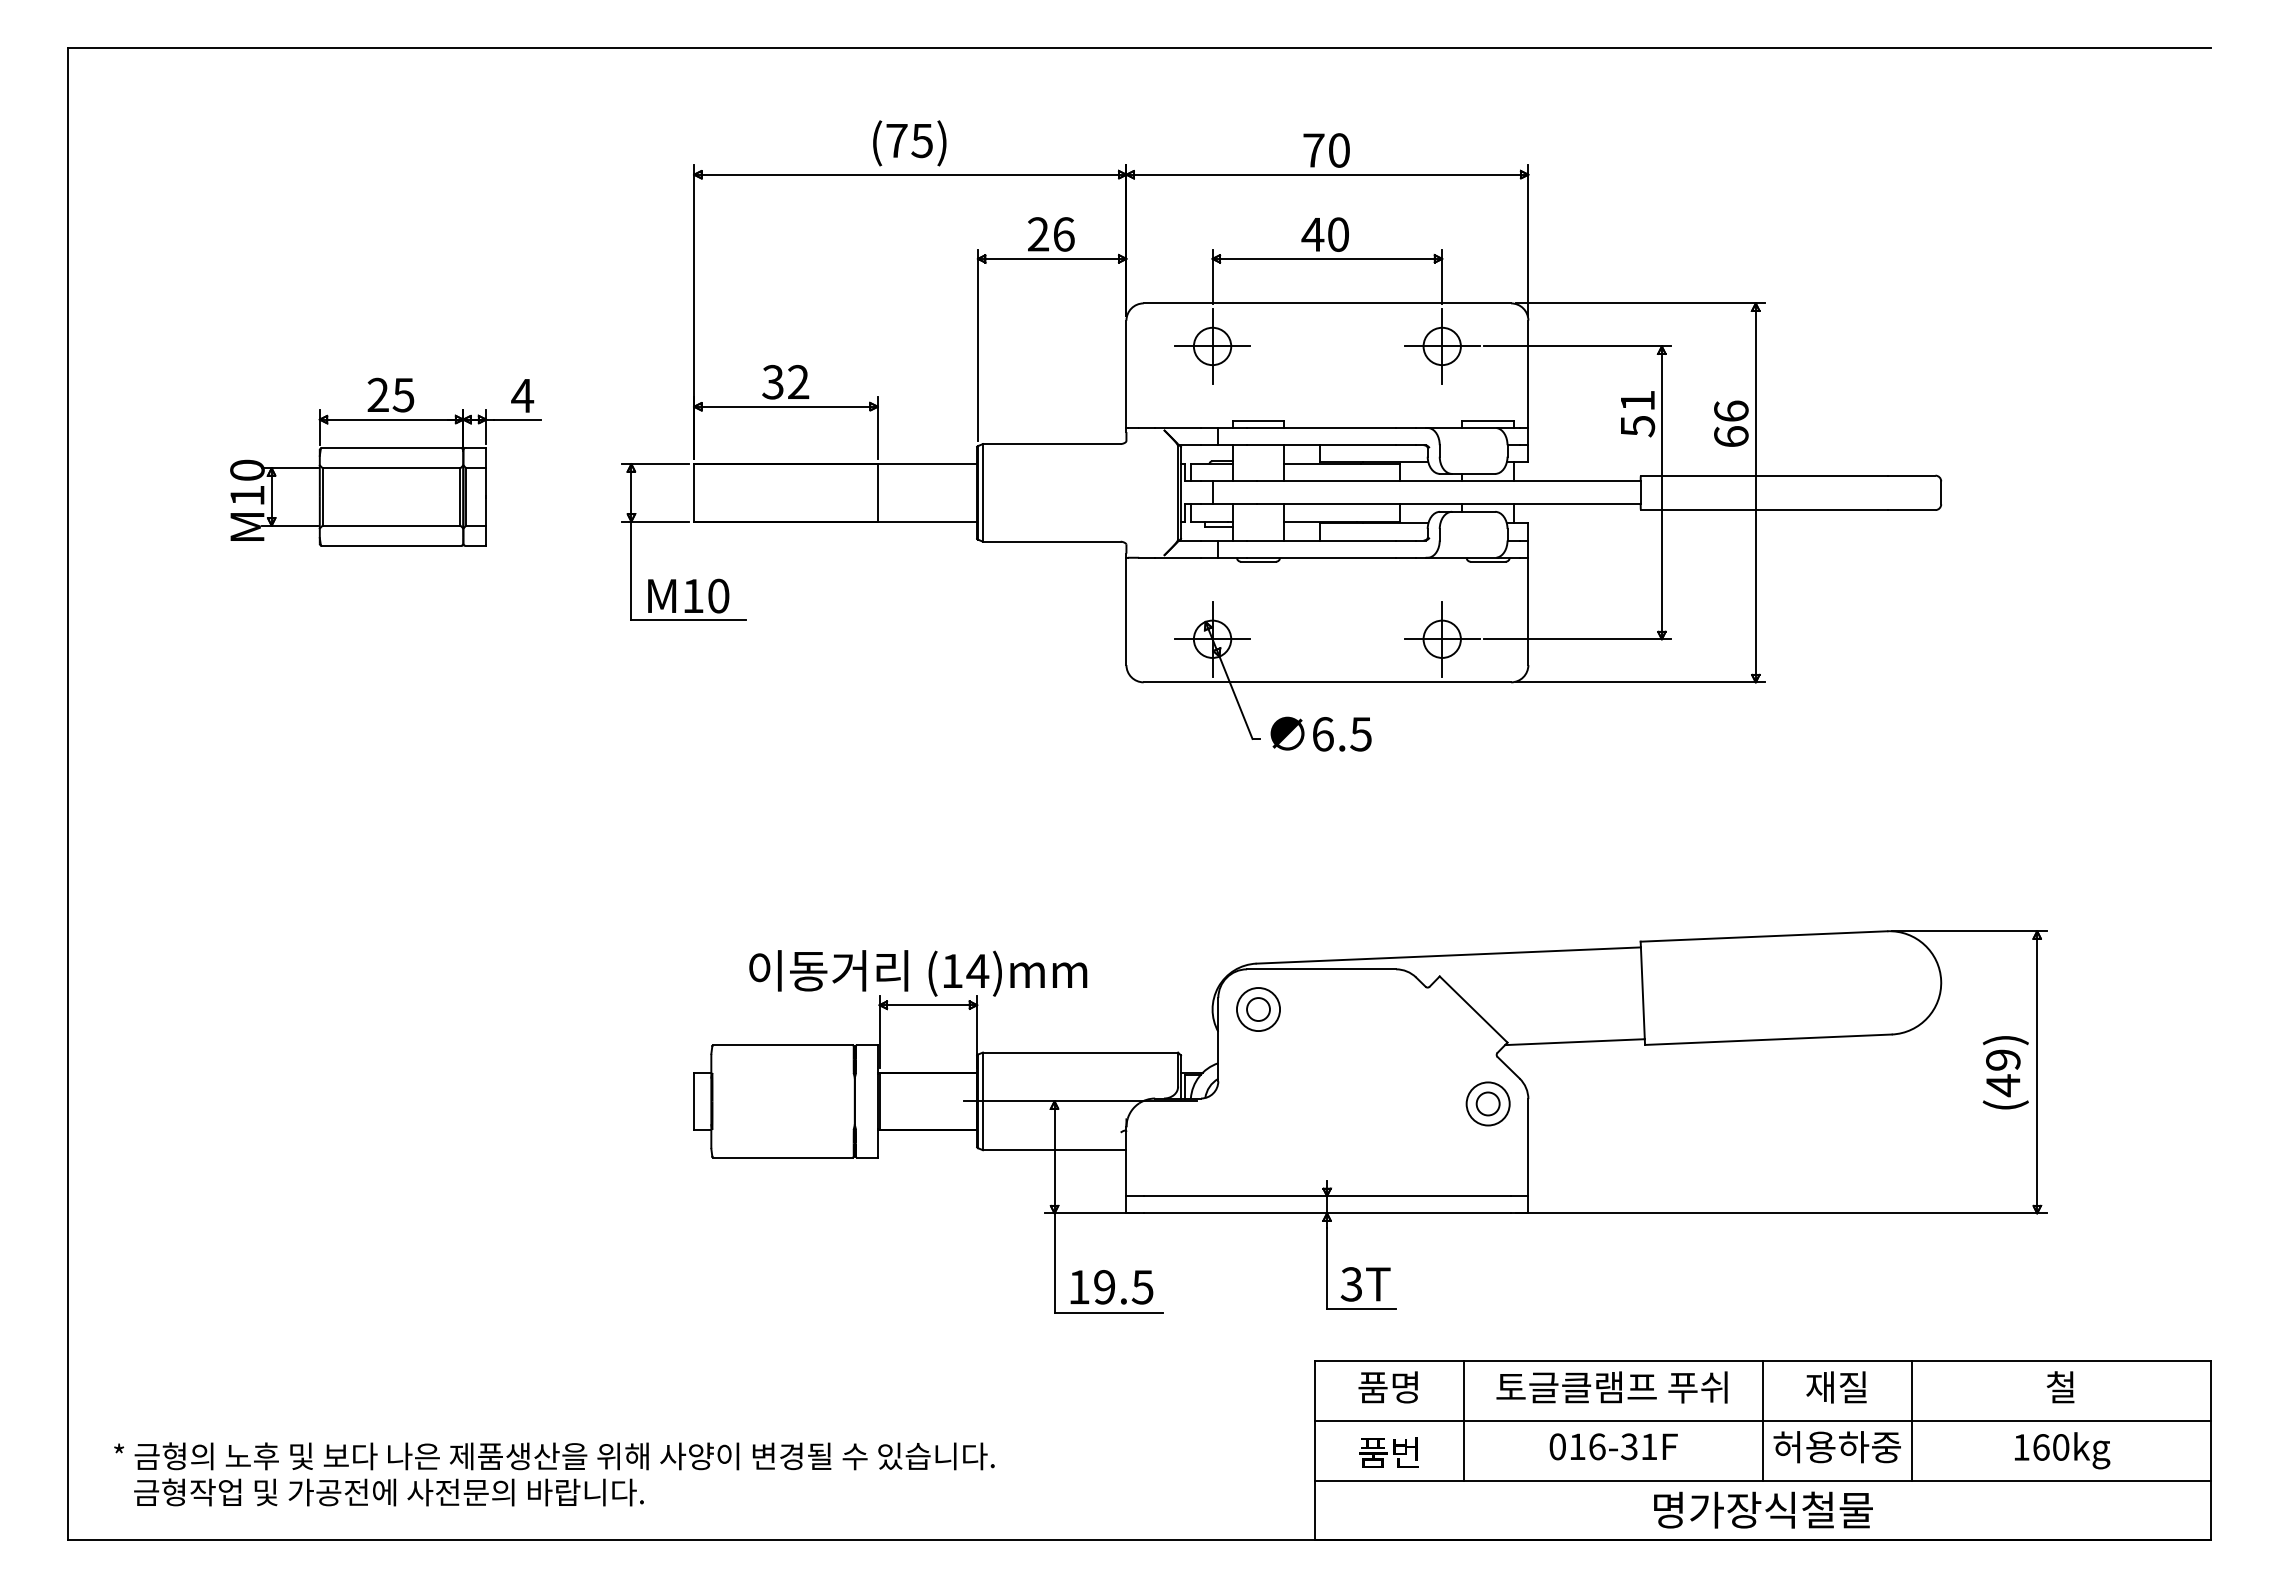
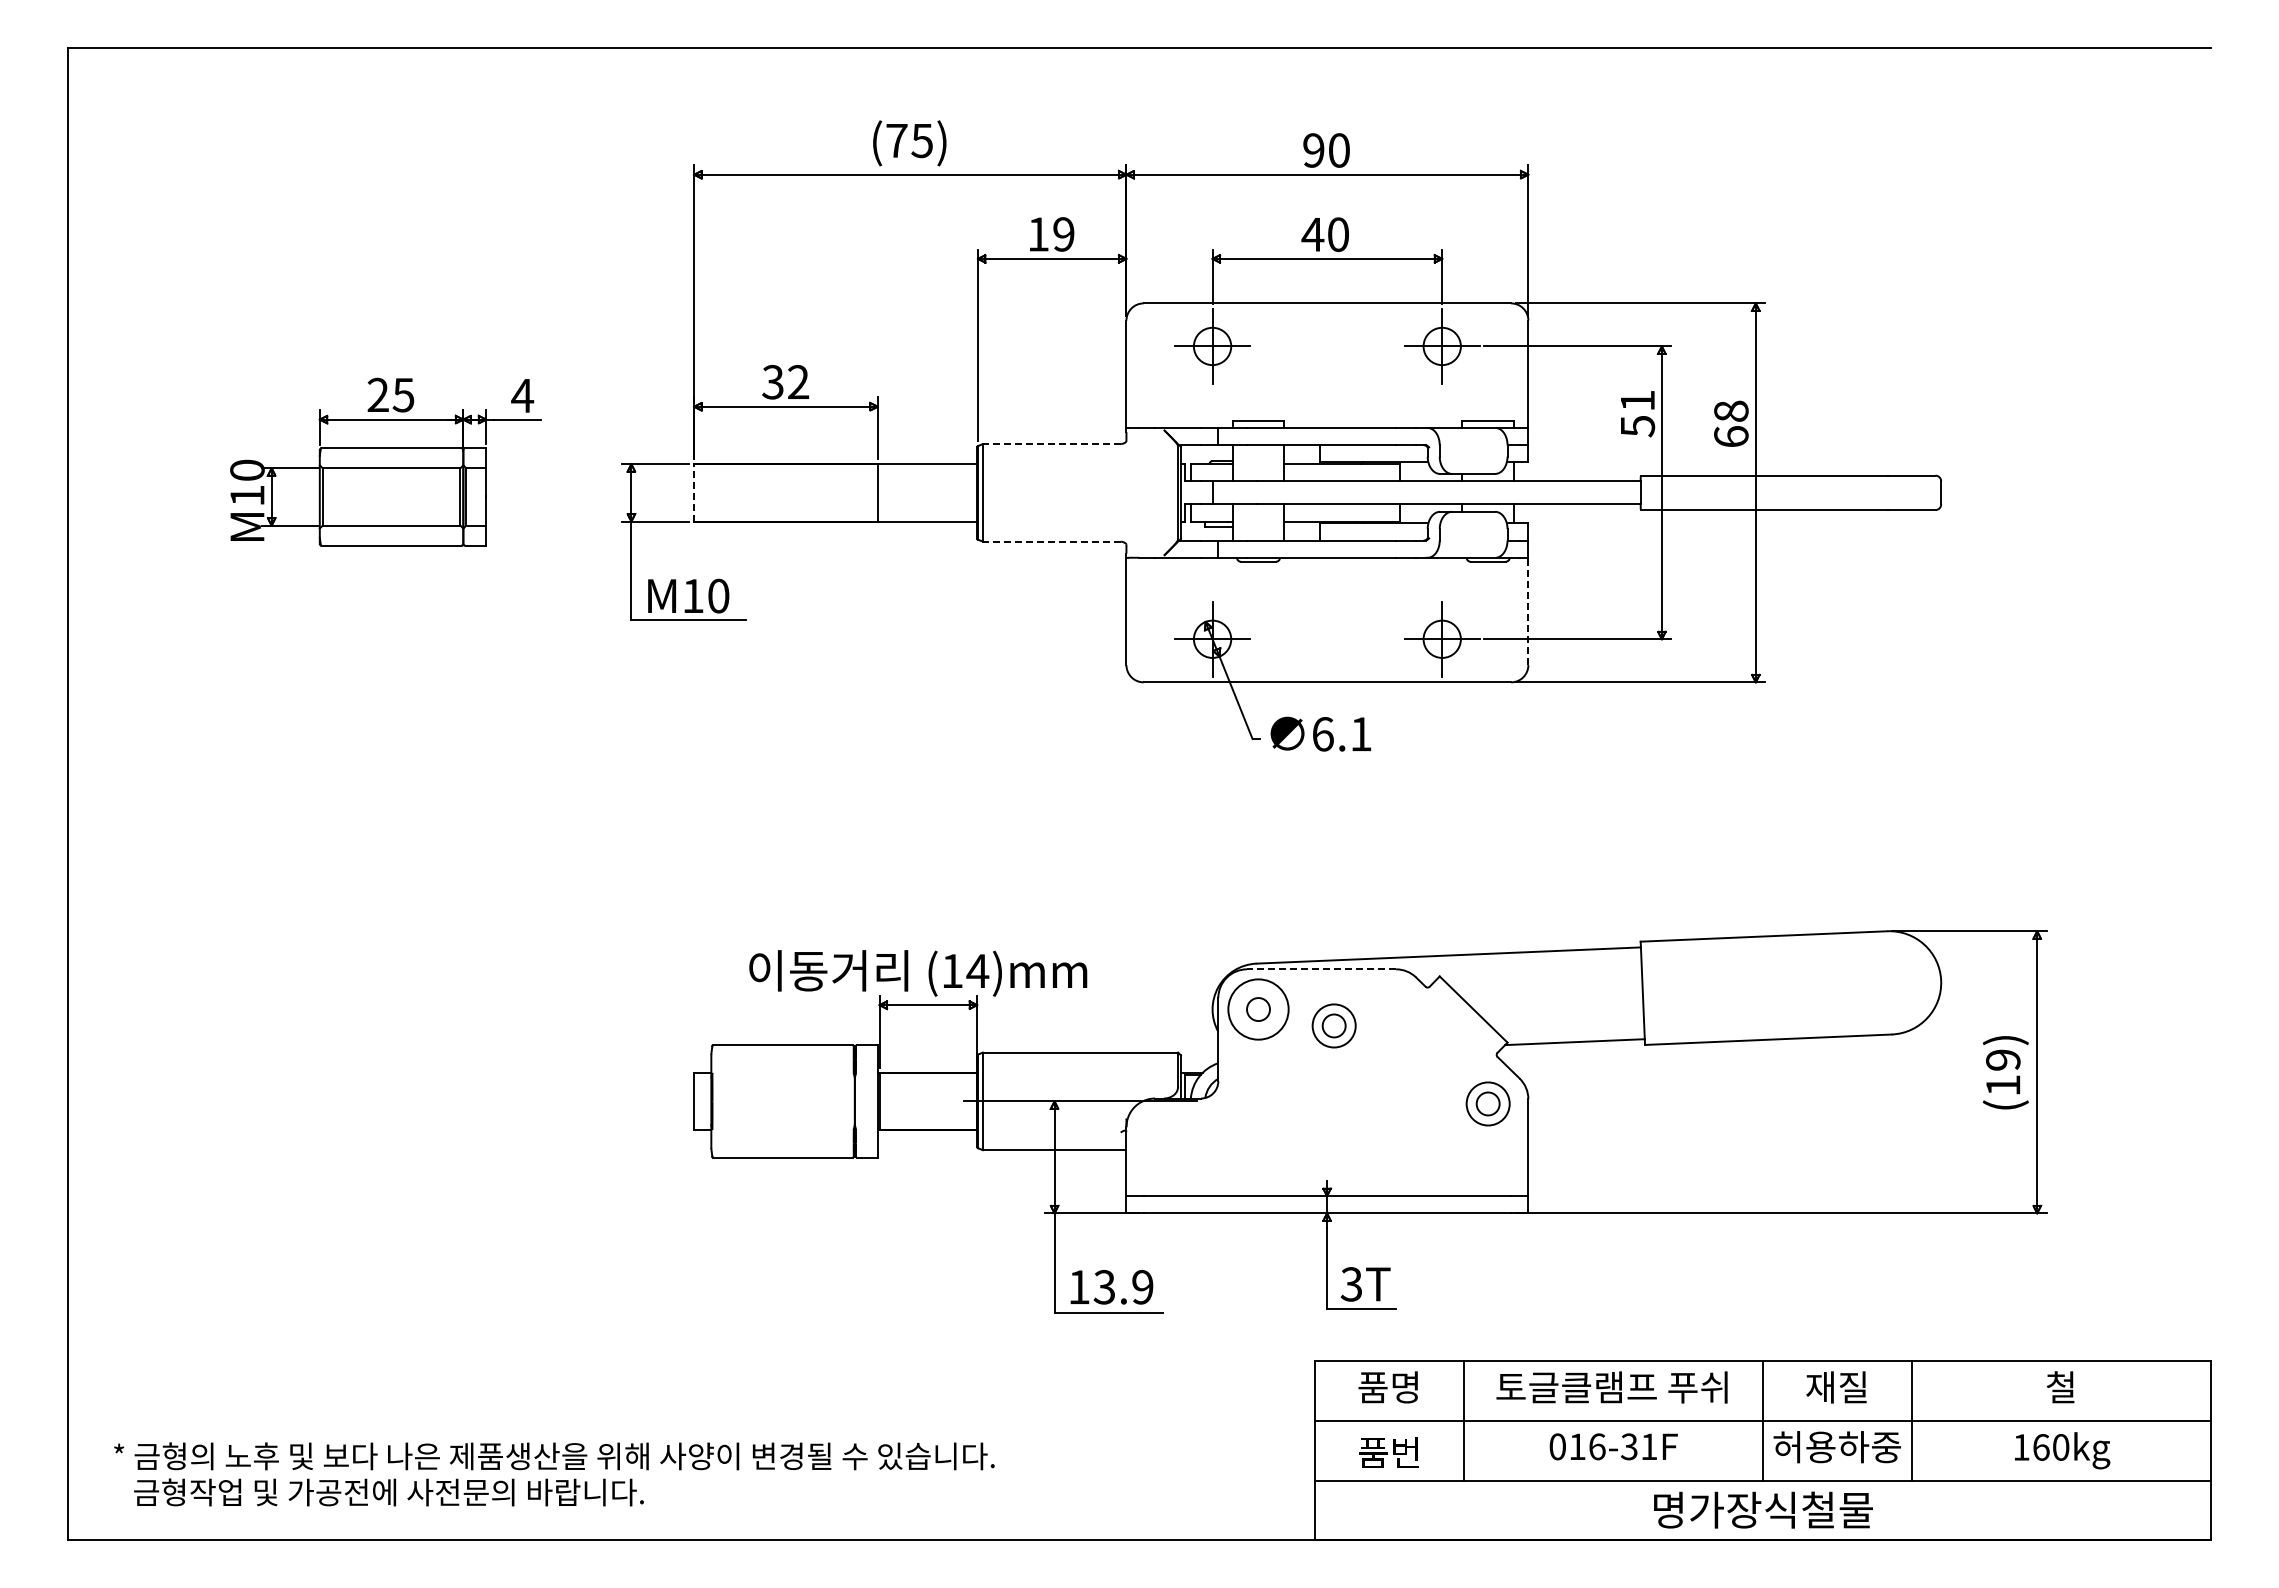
text at (1313, 150): 70 -> 90
text at (1051, 234): 26 -> 19
text at (1731, 410): 66 -> 68
line at (1051, 444): solid -> dashed
line at (694, 492): solid -> dashed
line at (1051, 541): solid -> dashed
line at (1528, 611): solid -> dashed
text at (1360, 734): 6.5 -> 6.1
line at (1321, 969): solid -> dashed
circle at (1258, 1009) diameter: 43 px -> 60 px
part at (1333, 1025): none -> present
text at (2003, 1085): (49) -> (19)
text at (1123, 1287): 19.5 -> 13.9
